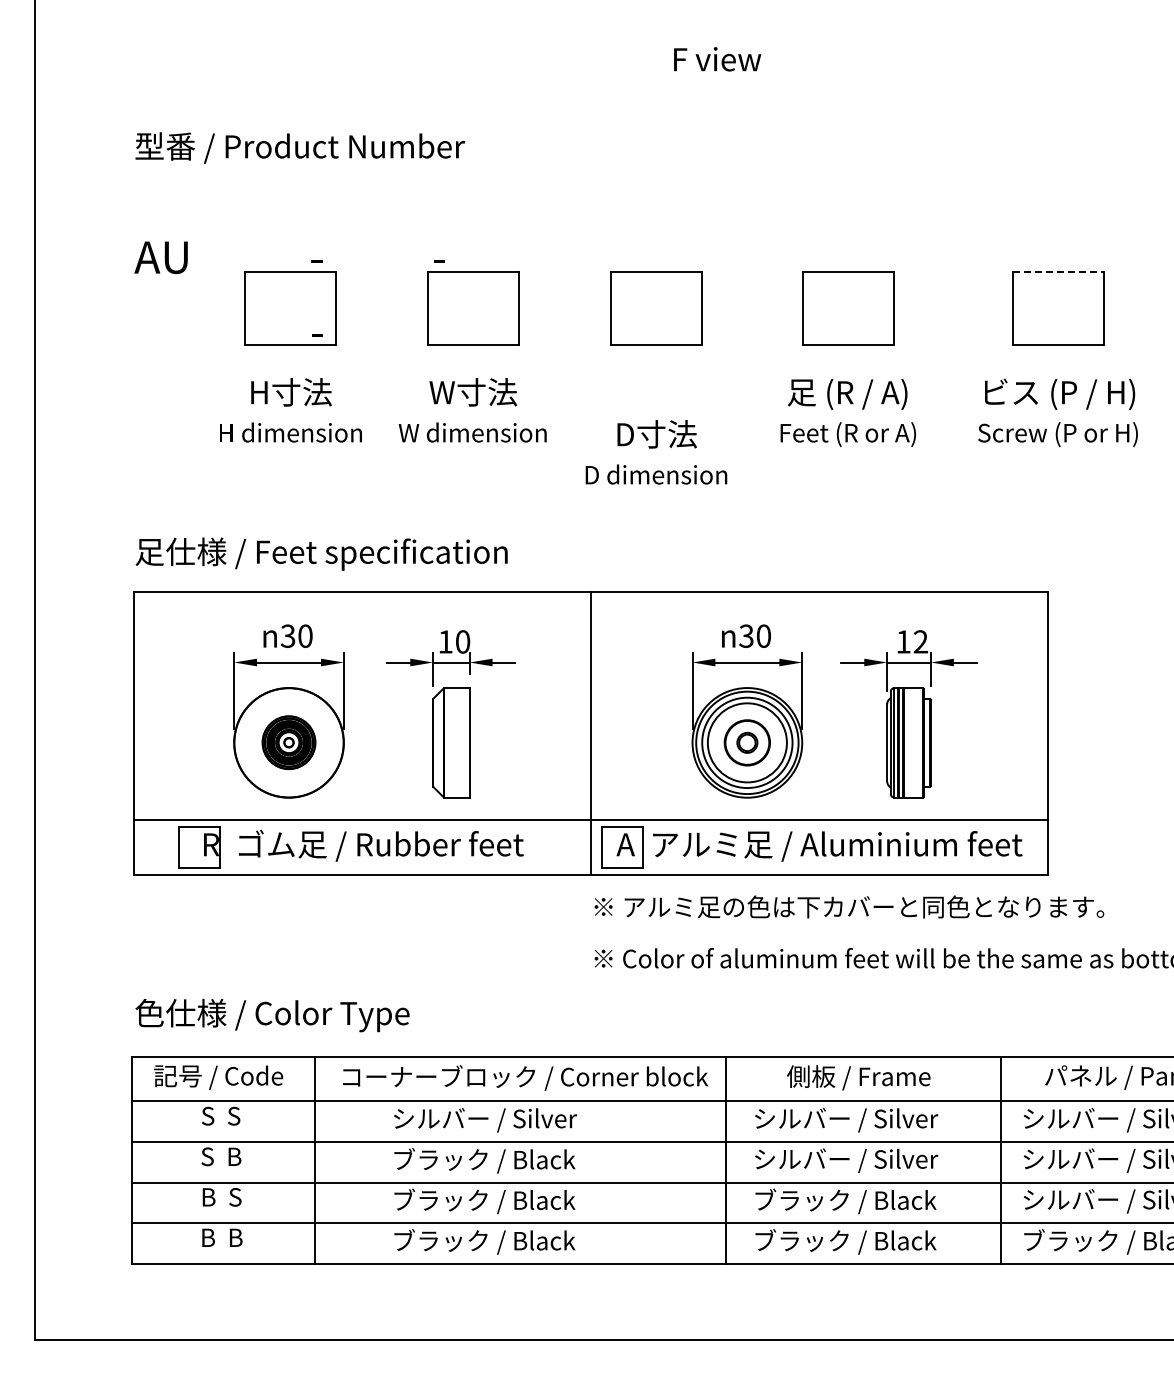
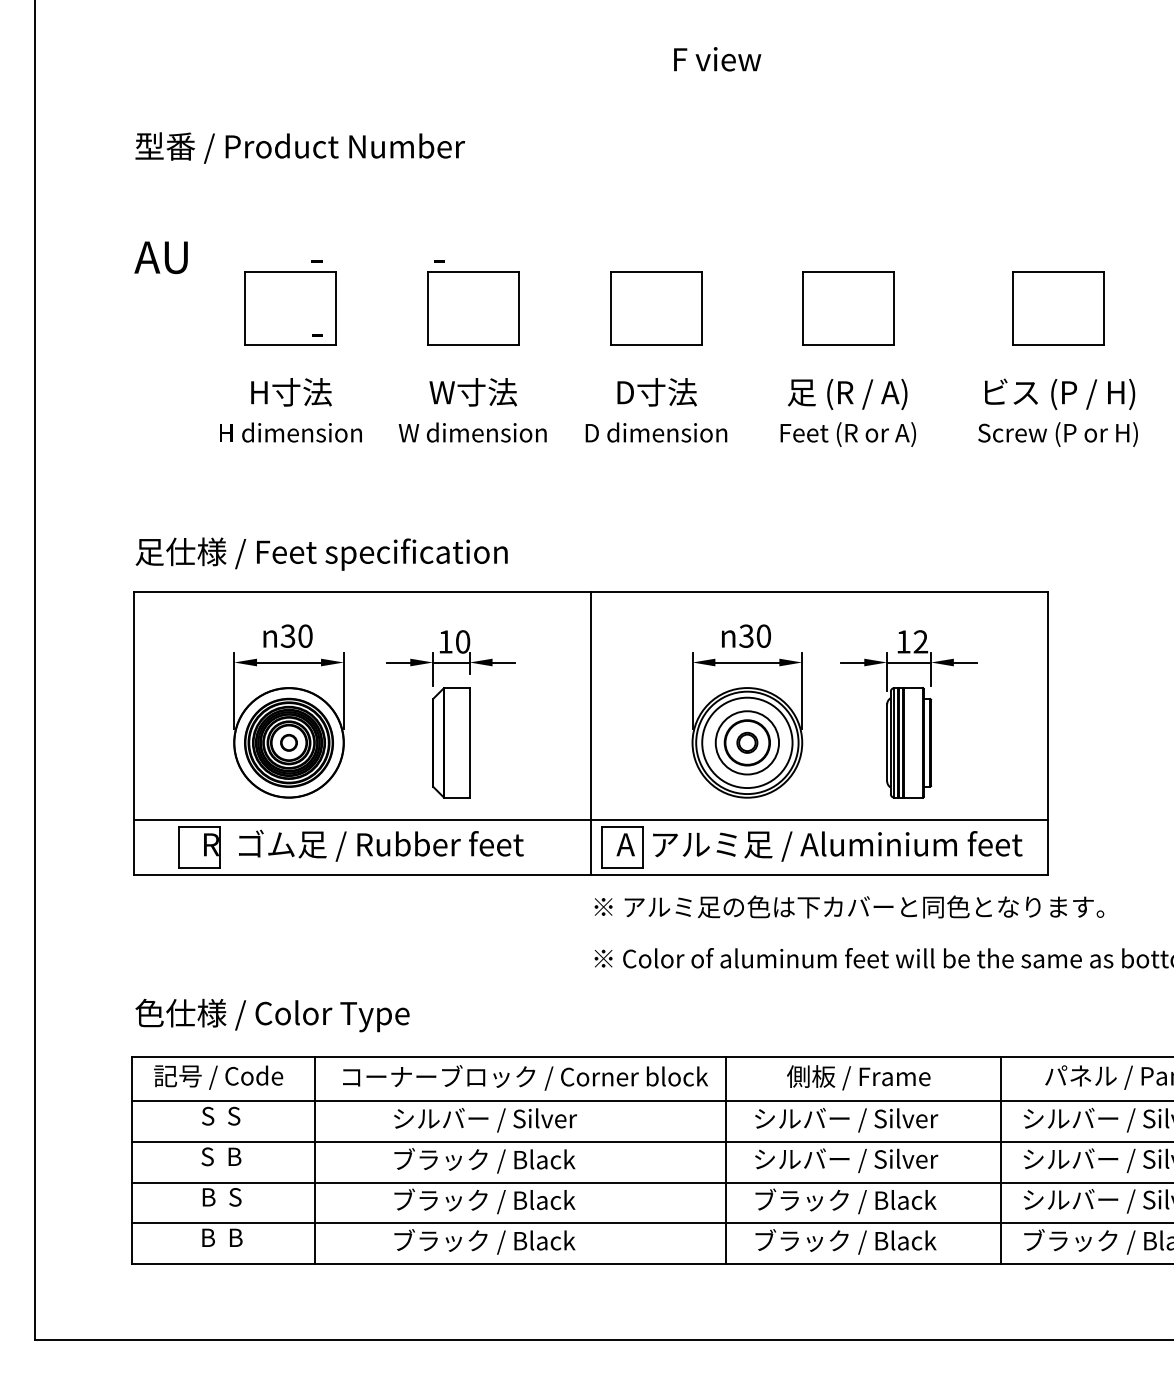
line at (1058, 271): dashed -> solid
text at (656, 452) position: (656, 452) -> (656, 410)
part at (288, 742) size: 56x56 px -> 90x91 px
circle at (746, 742) diameter: 79 px -> 63 px
